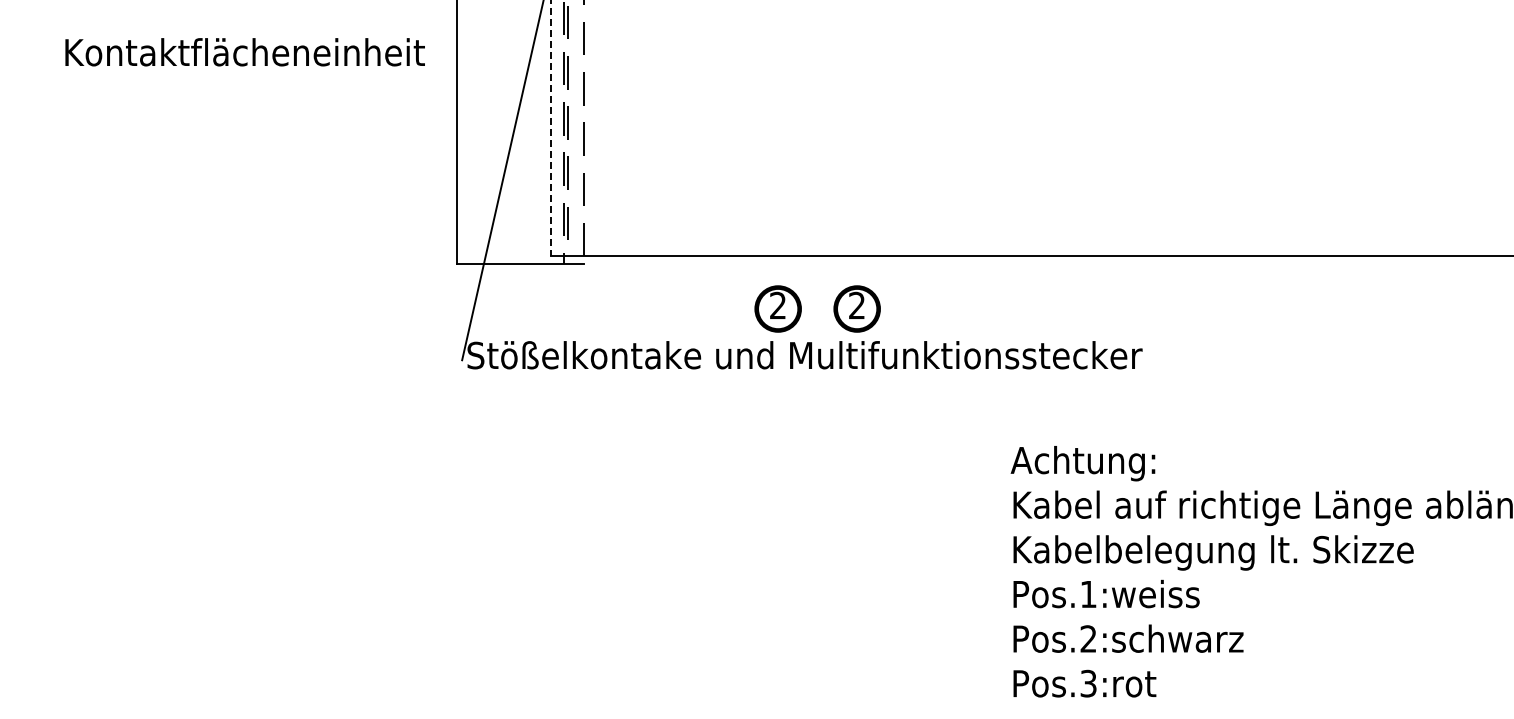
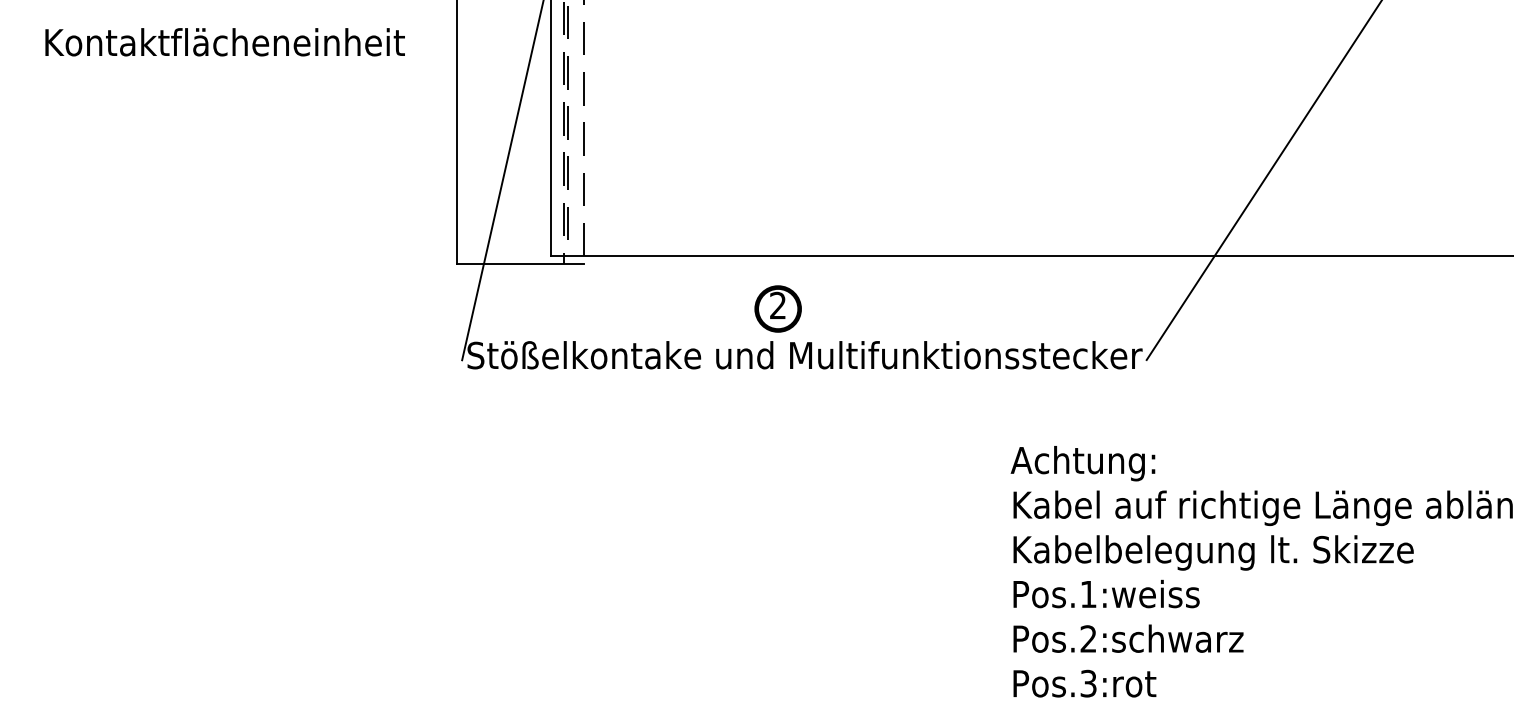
text at (244, 52) position: (244, 52) -> (224, 42)
line at (550, 128): dashed -> solid
line at (1263, 181): none -> present
part at (856, 308): present -> none
